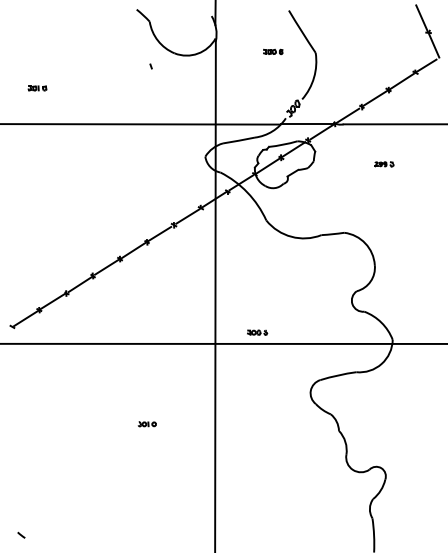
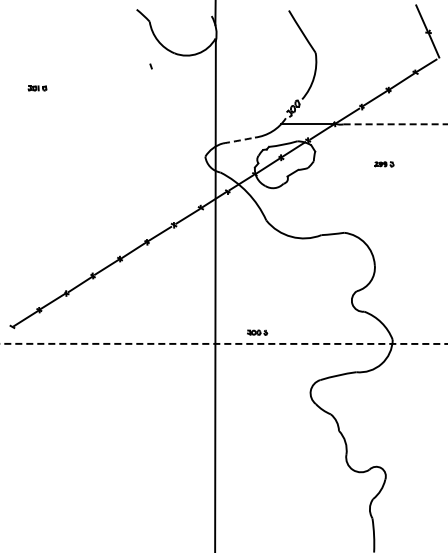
part at (273, 51): present -> none
line at (140, 124): present -> none
line at (395, 124): solid -> dashed
arc at (239, 140): solid -> dashed
line at (224, 343): solid -> dashed
part at (146, 424): present -> none
arc at (21, 534): present -> none
